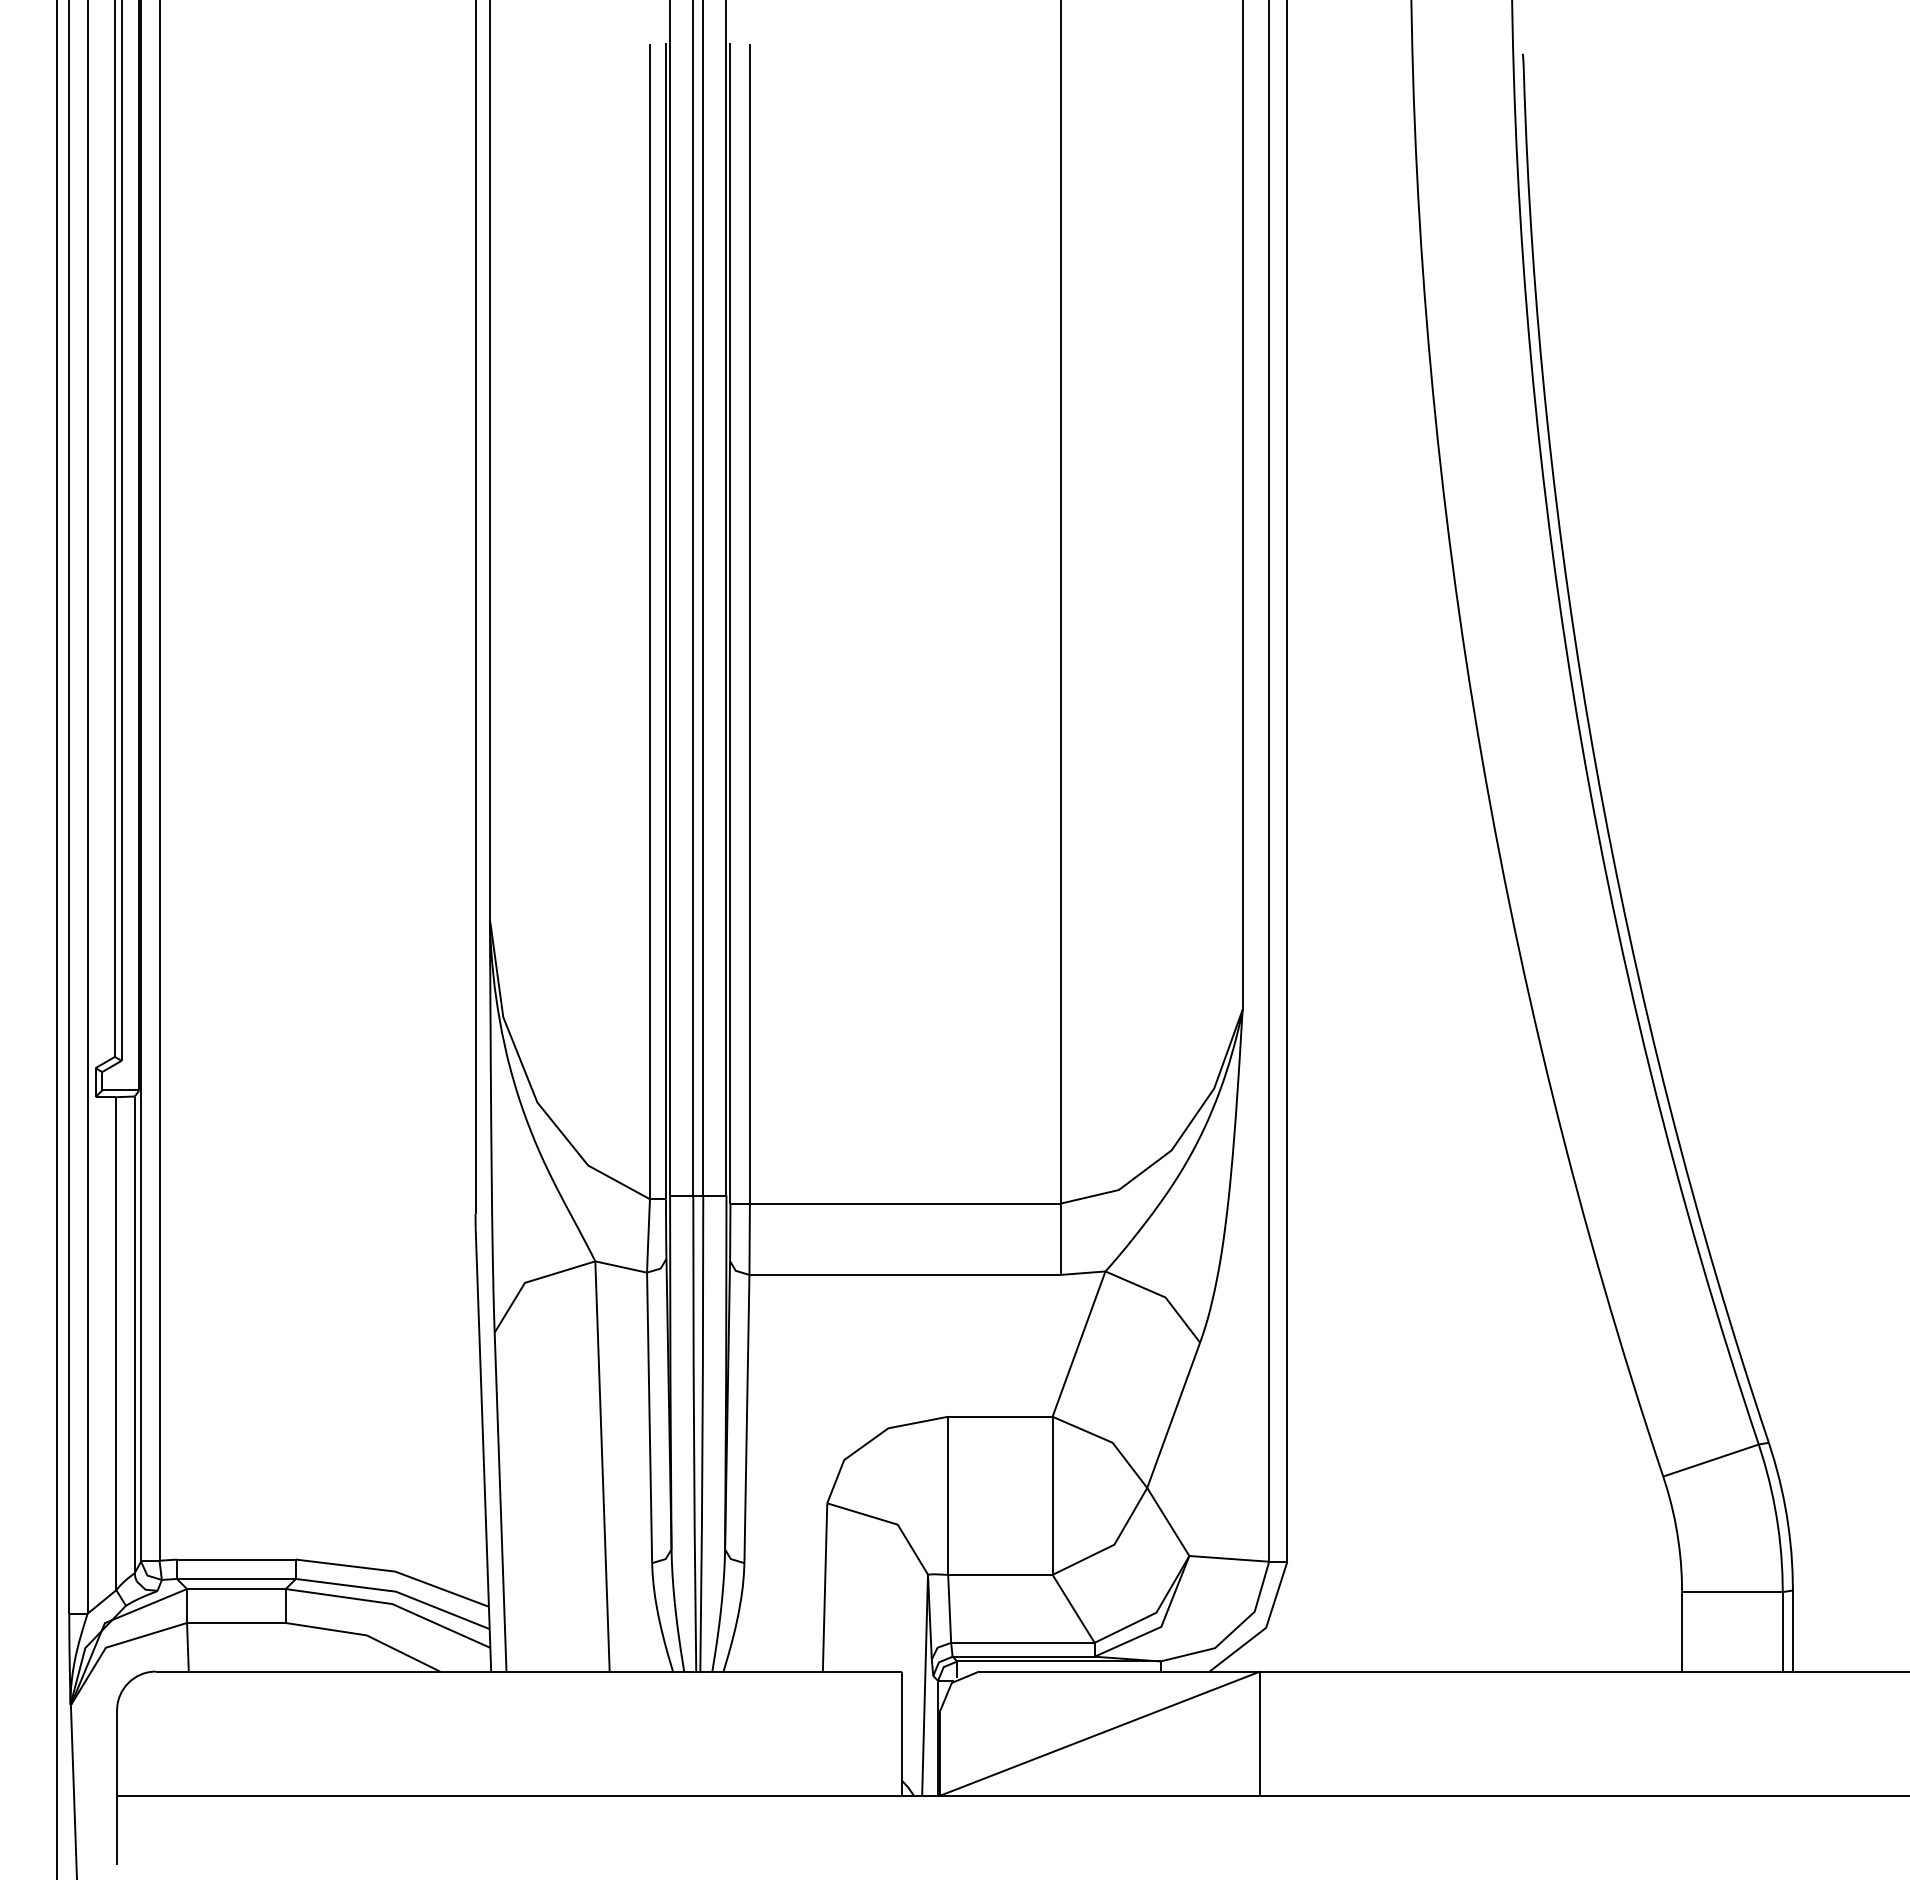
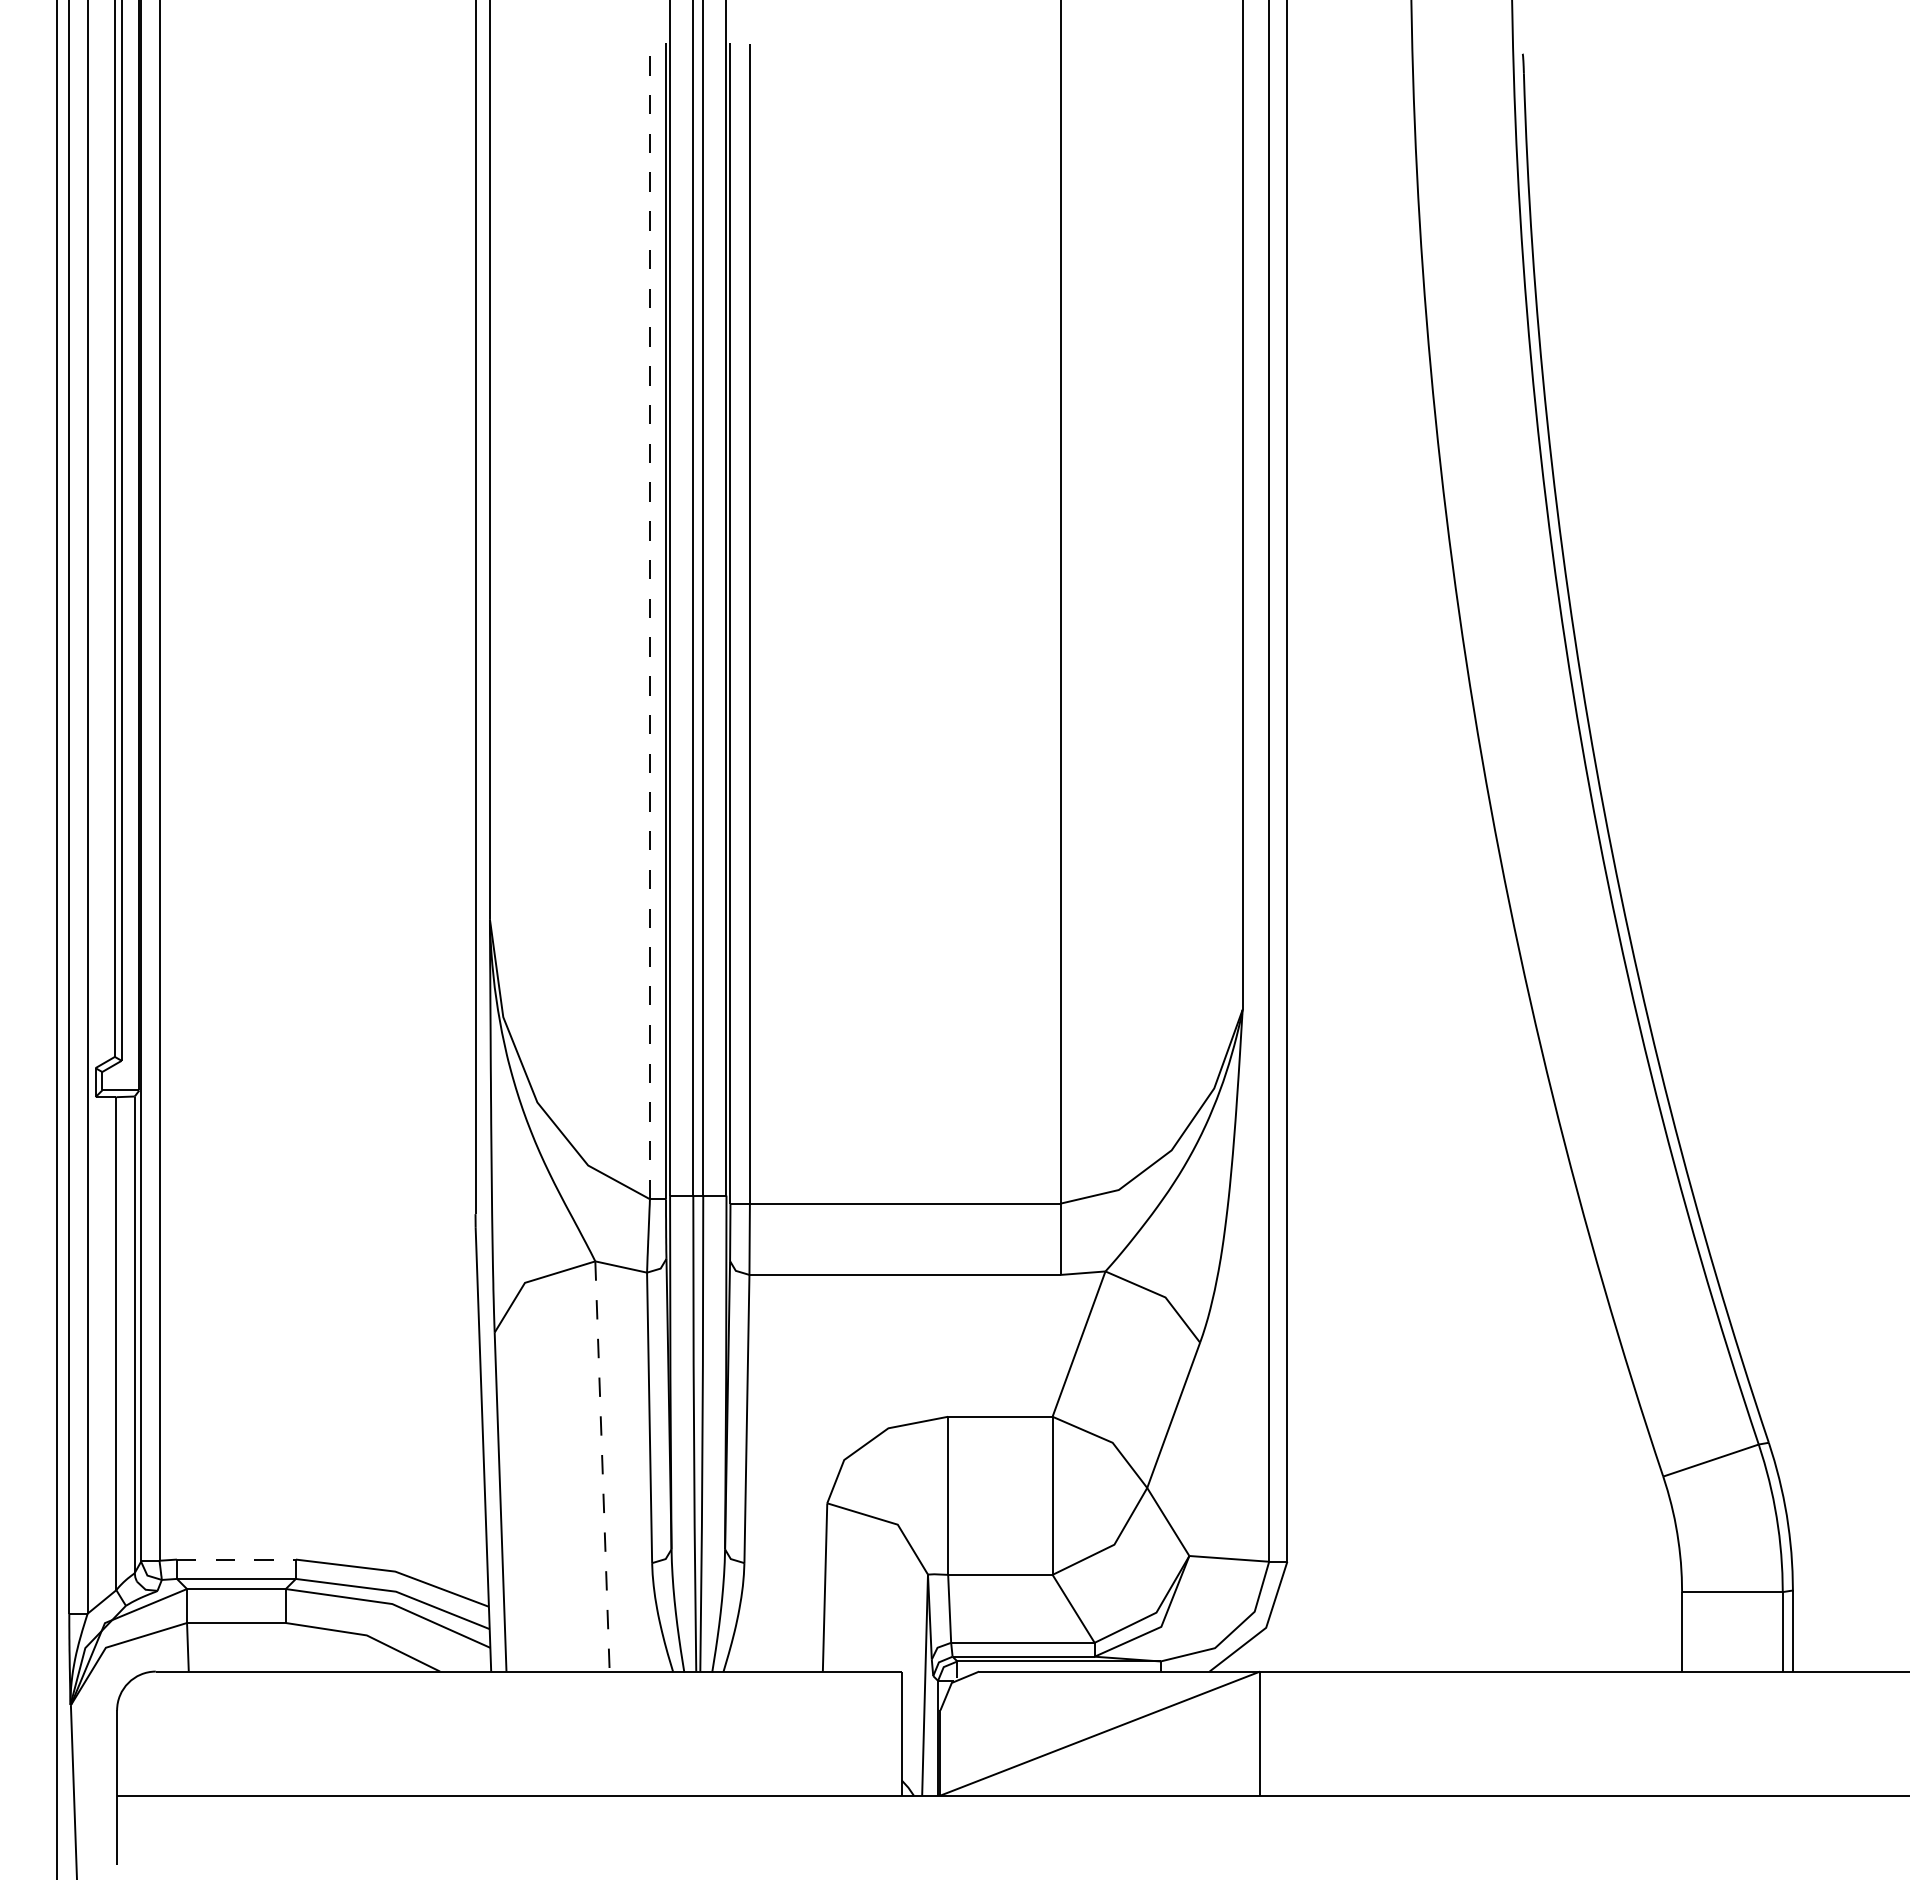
line at (649, 621): solid -> dashed
line at (602, 1466): solid -> dashed
line at (236, 1559): solid -> dashed
